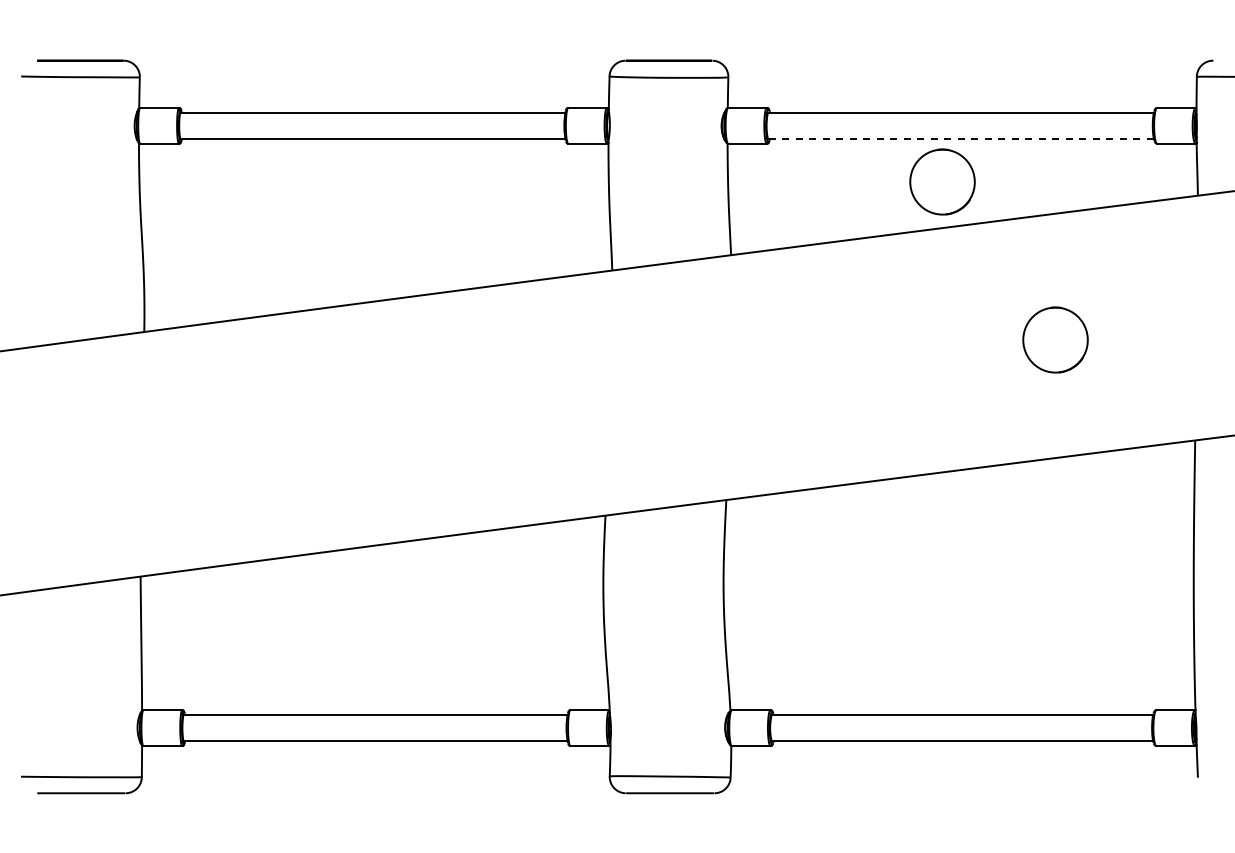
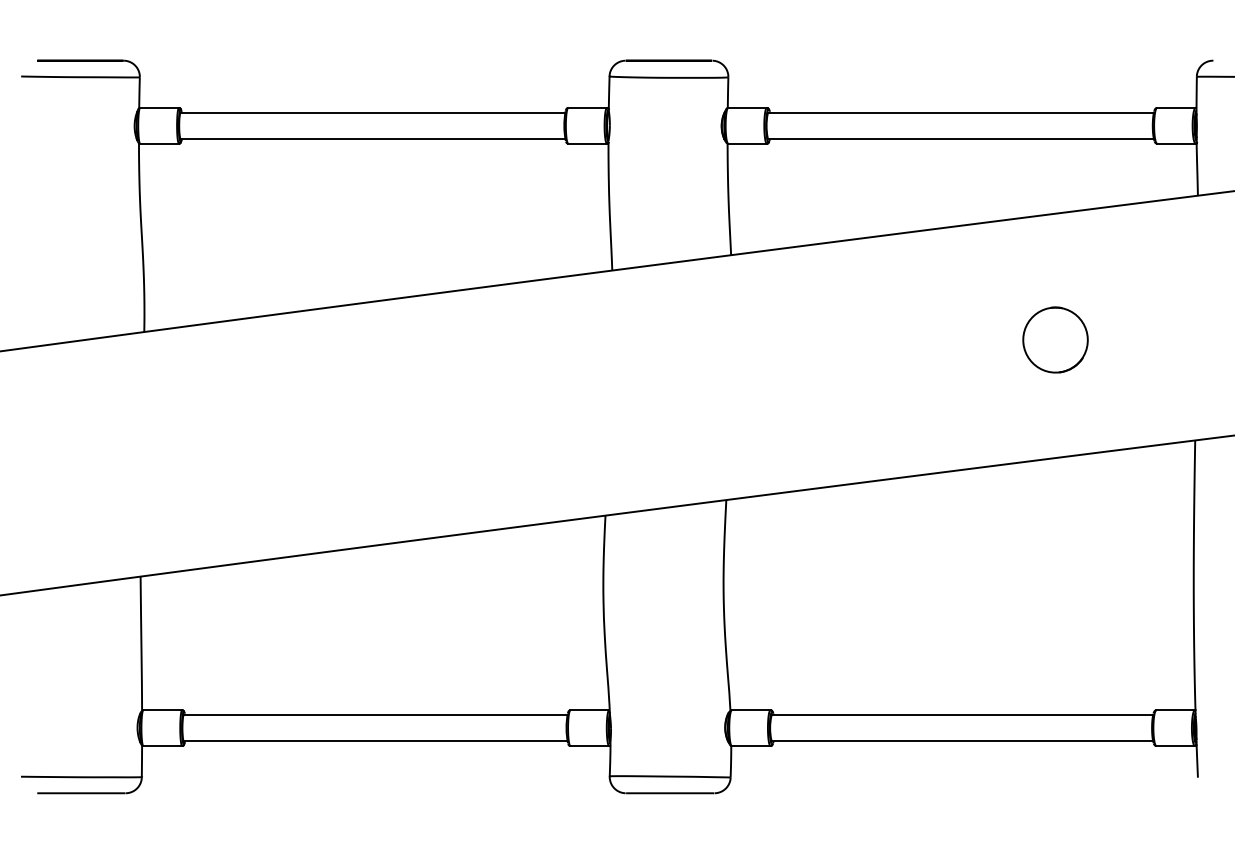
line at (961, 138): dashed -> solid
part at (942, 181): present -> none
